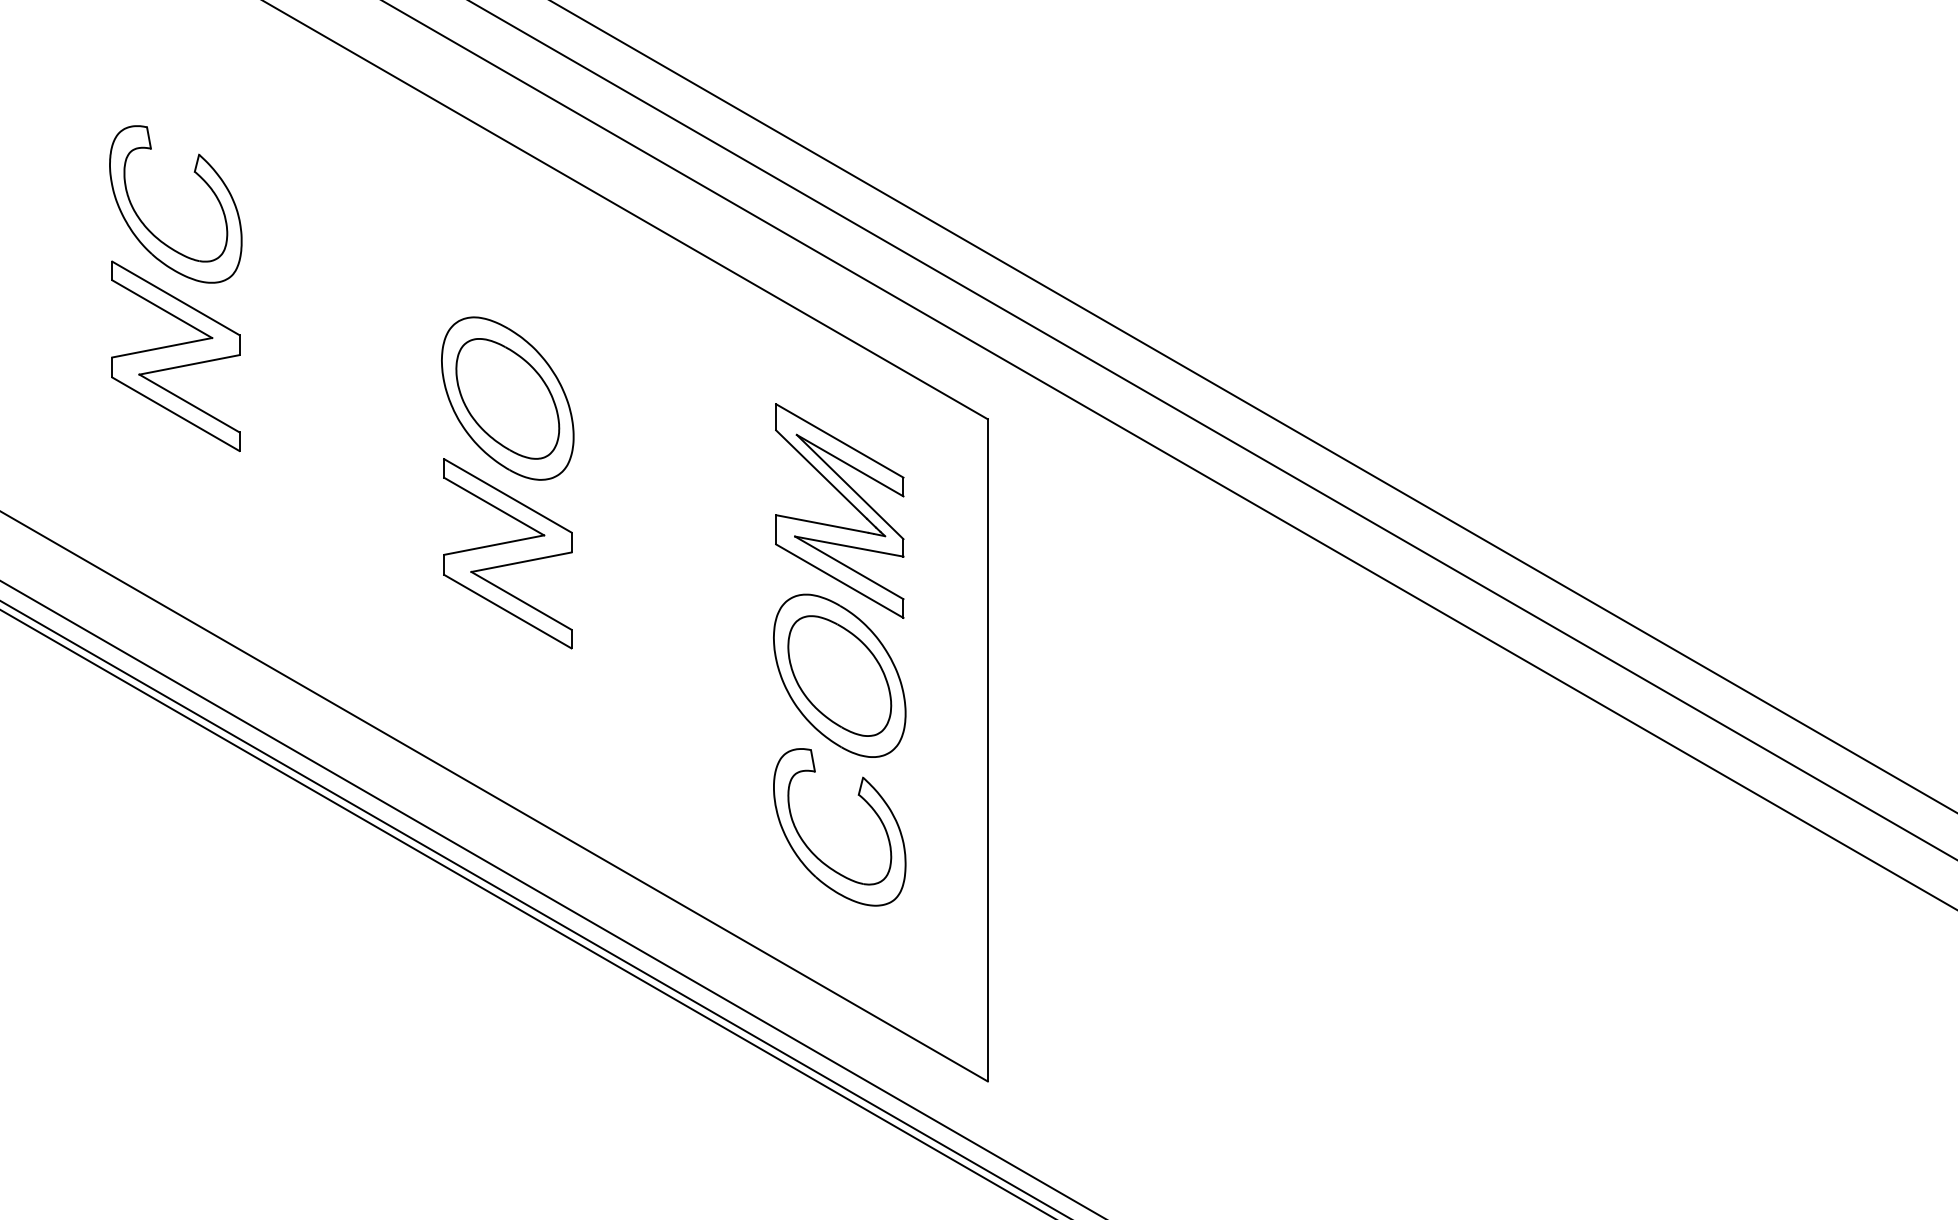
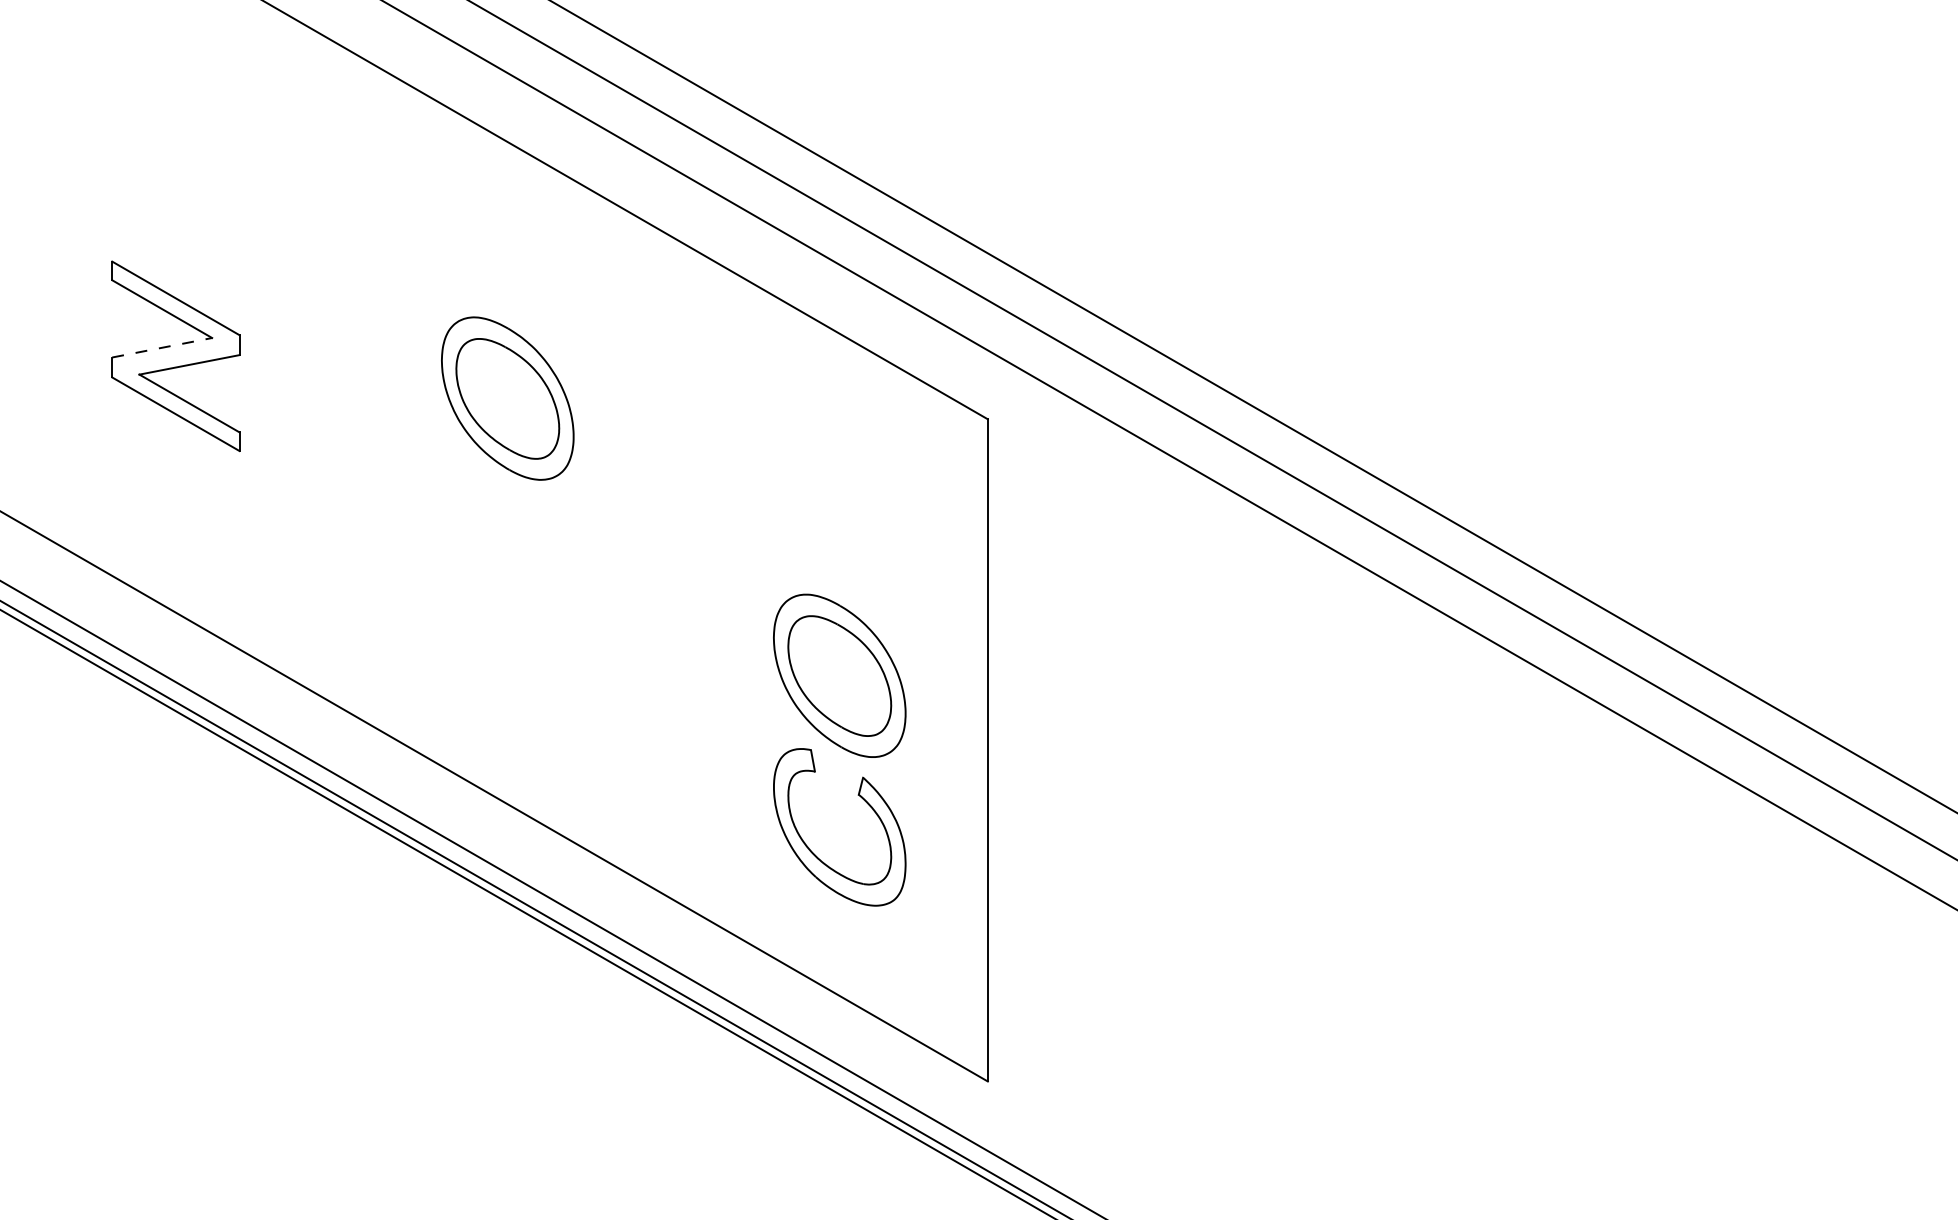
part at (200, 178): present -> none
line at (162, 347): solid -> dashed
part at (847, 501): present -> none
part at (507, 553): present -> none
